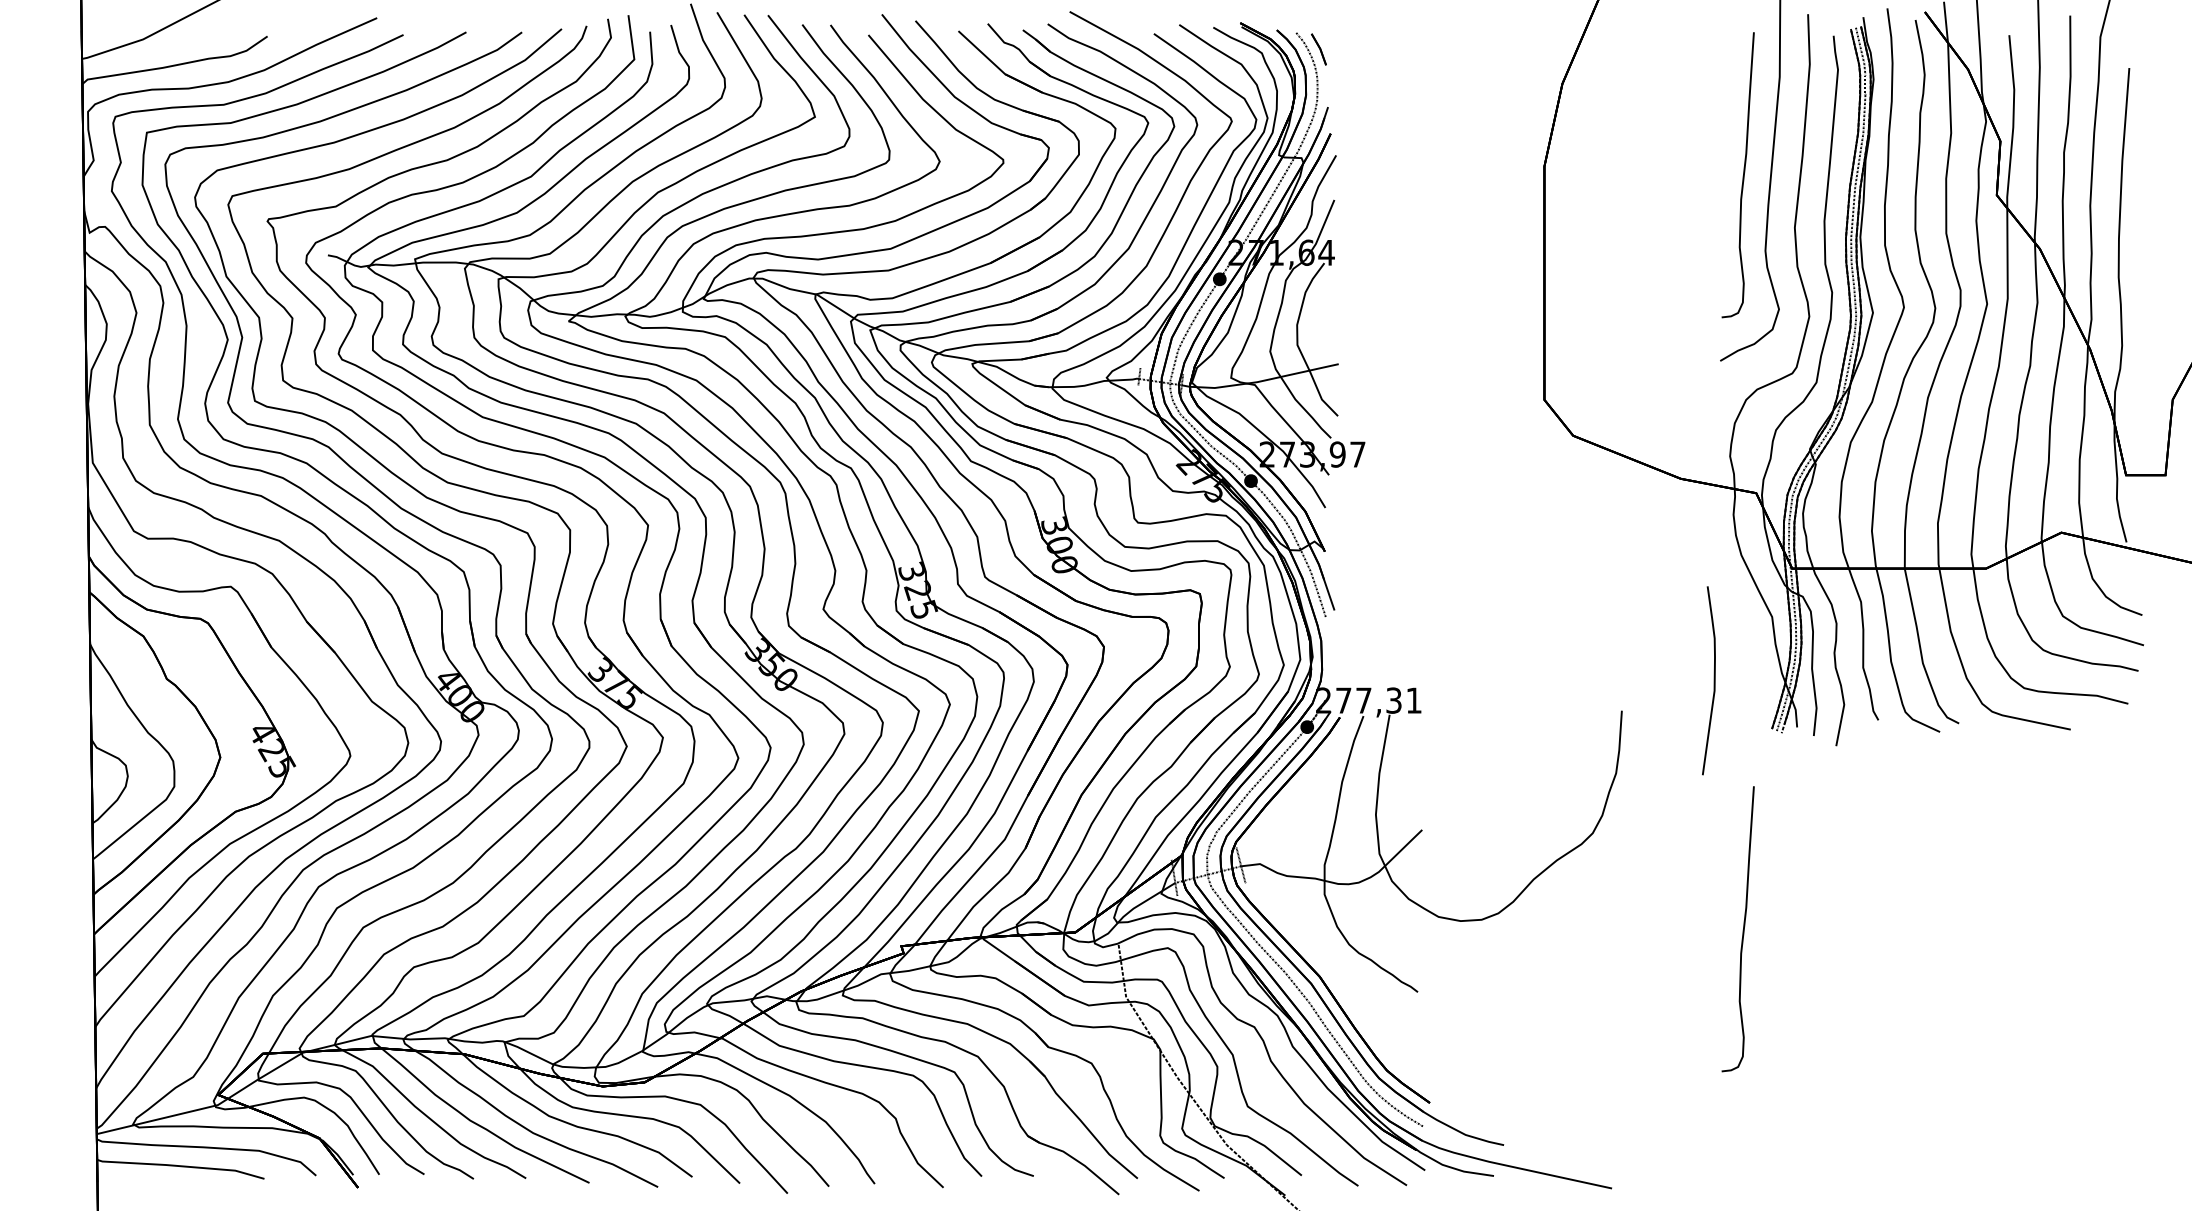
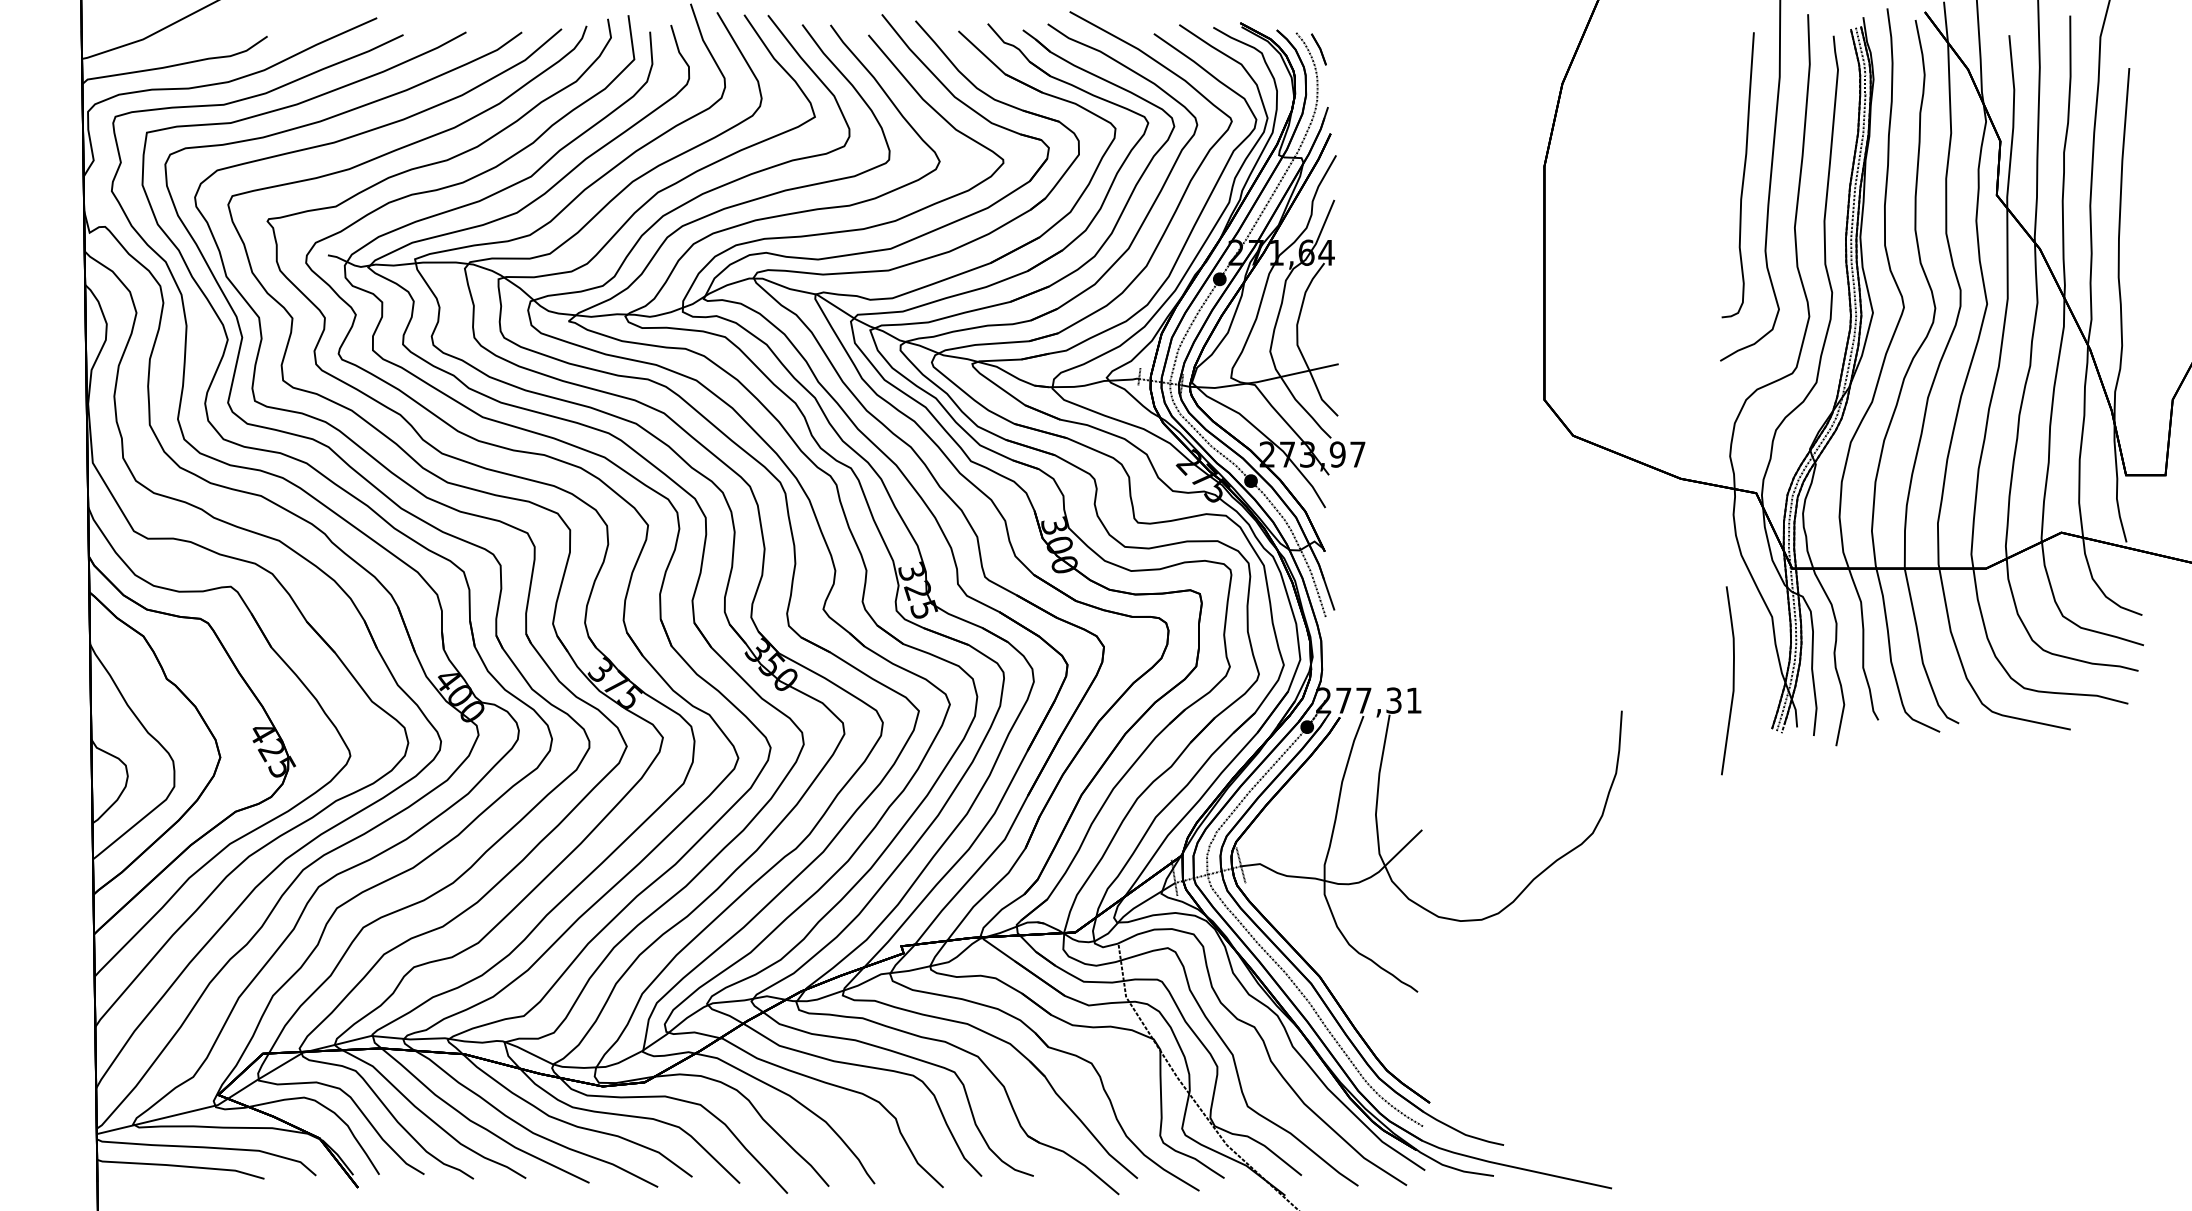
curve at (1713, 680) position: (1713, 680) -> (1732, 680)
curve at (1742, 930): present -> none
